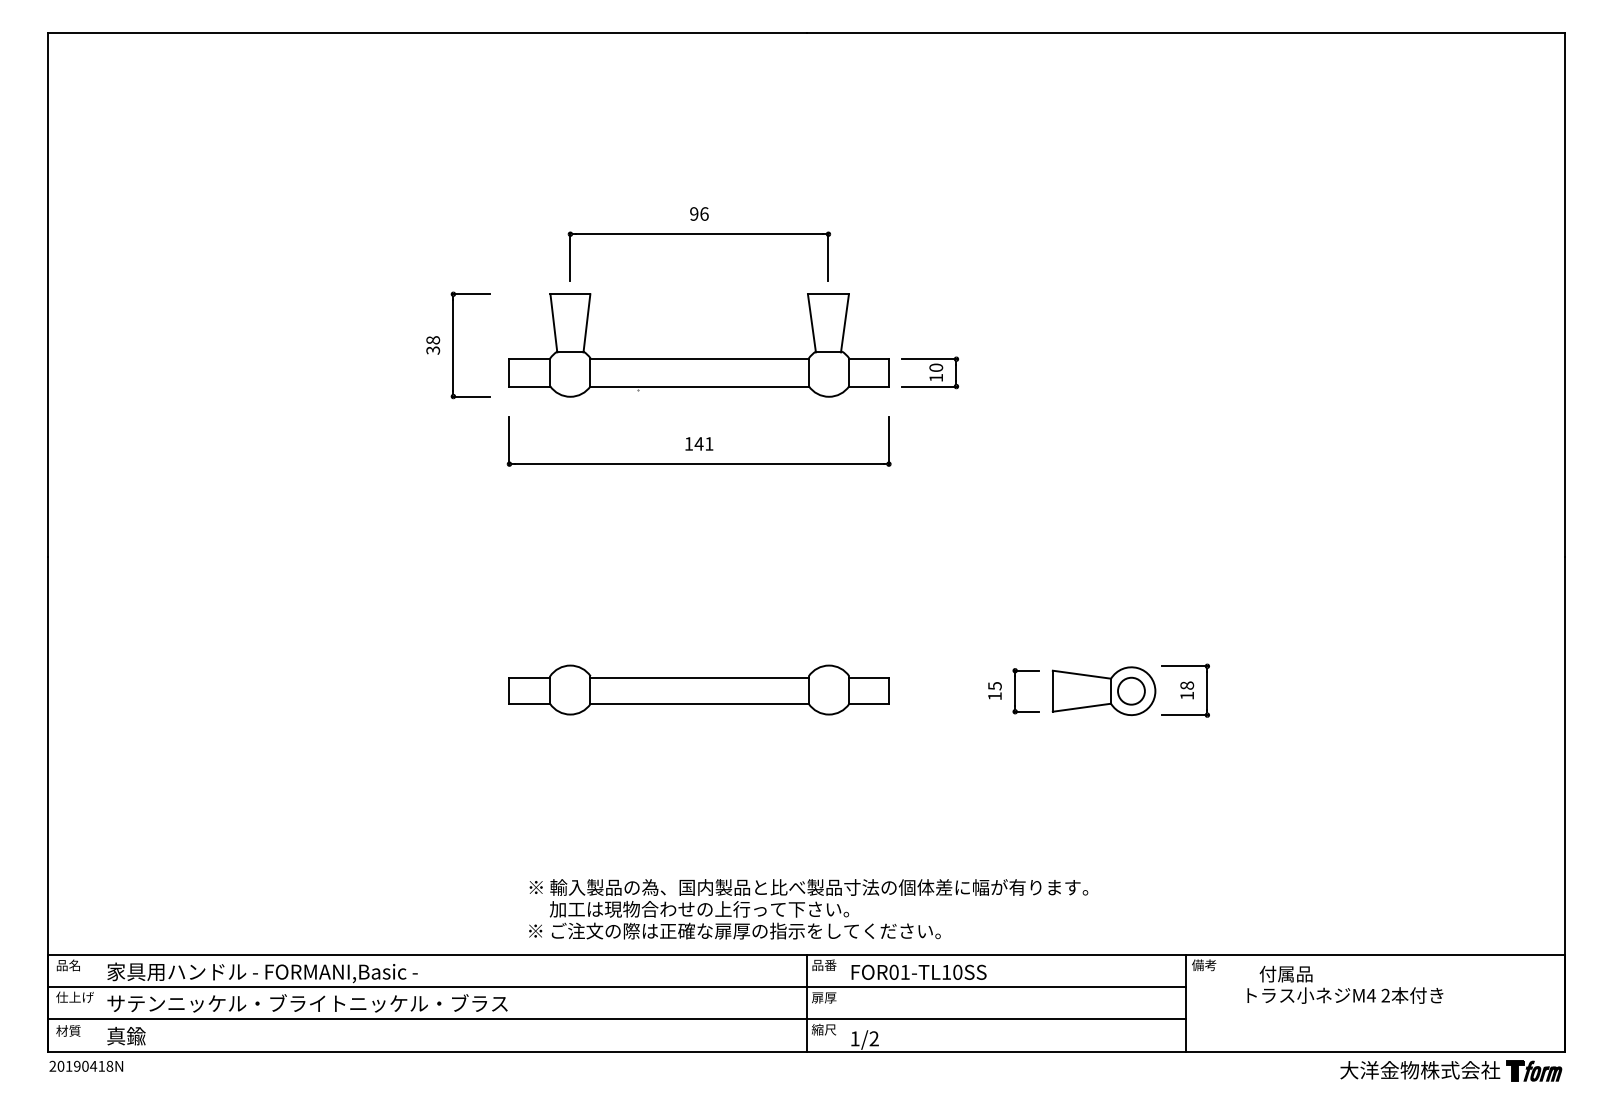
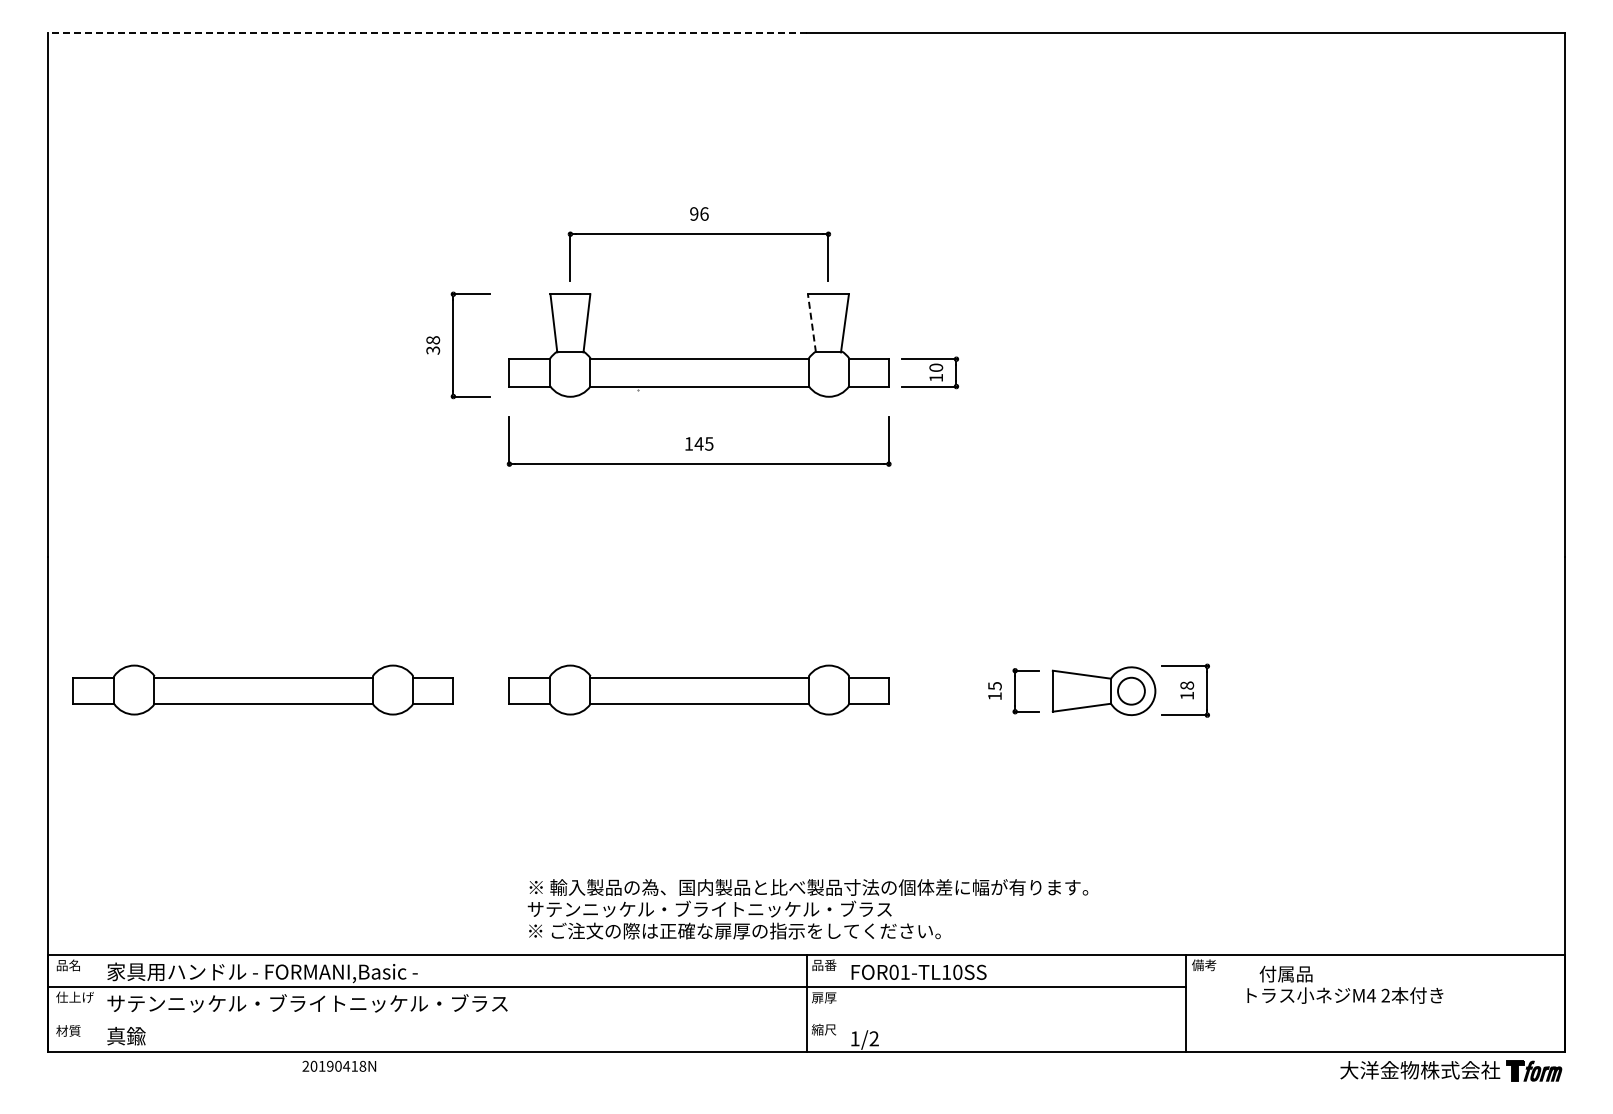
line at (426, 33): solid -> dashed
line at (811, 322): solid -> dashed
text at (709, 443): 141 -> 145
part at (262, 689): none -> present
text at (709, 908): 加工は現物合わせの上行って下さい。 -> サテンニッケル・ブライトニッケル・ブラス
line at (616, 1019): present -> none
text at (86, 1065) position: (86, 1065) -> (339, 1065)
